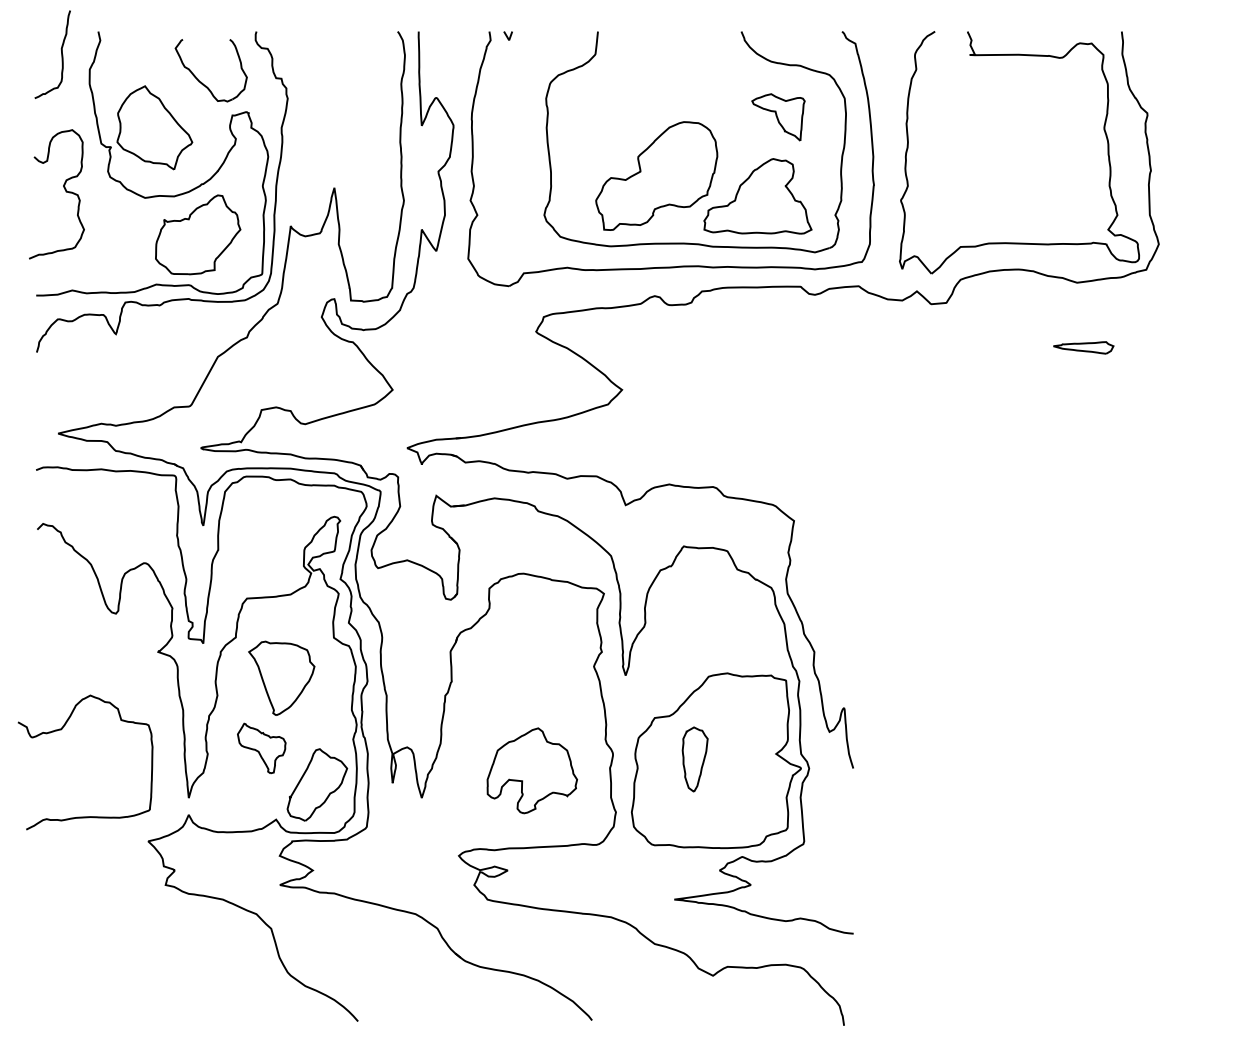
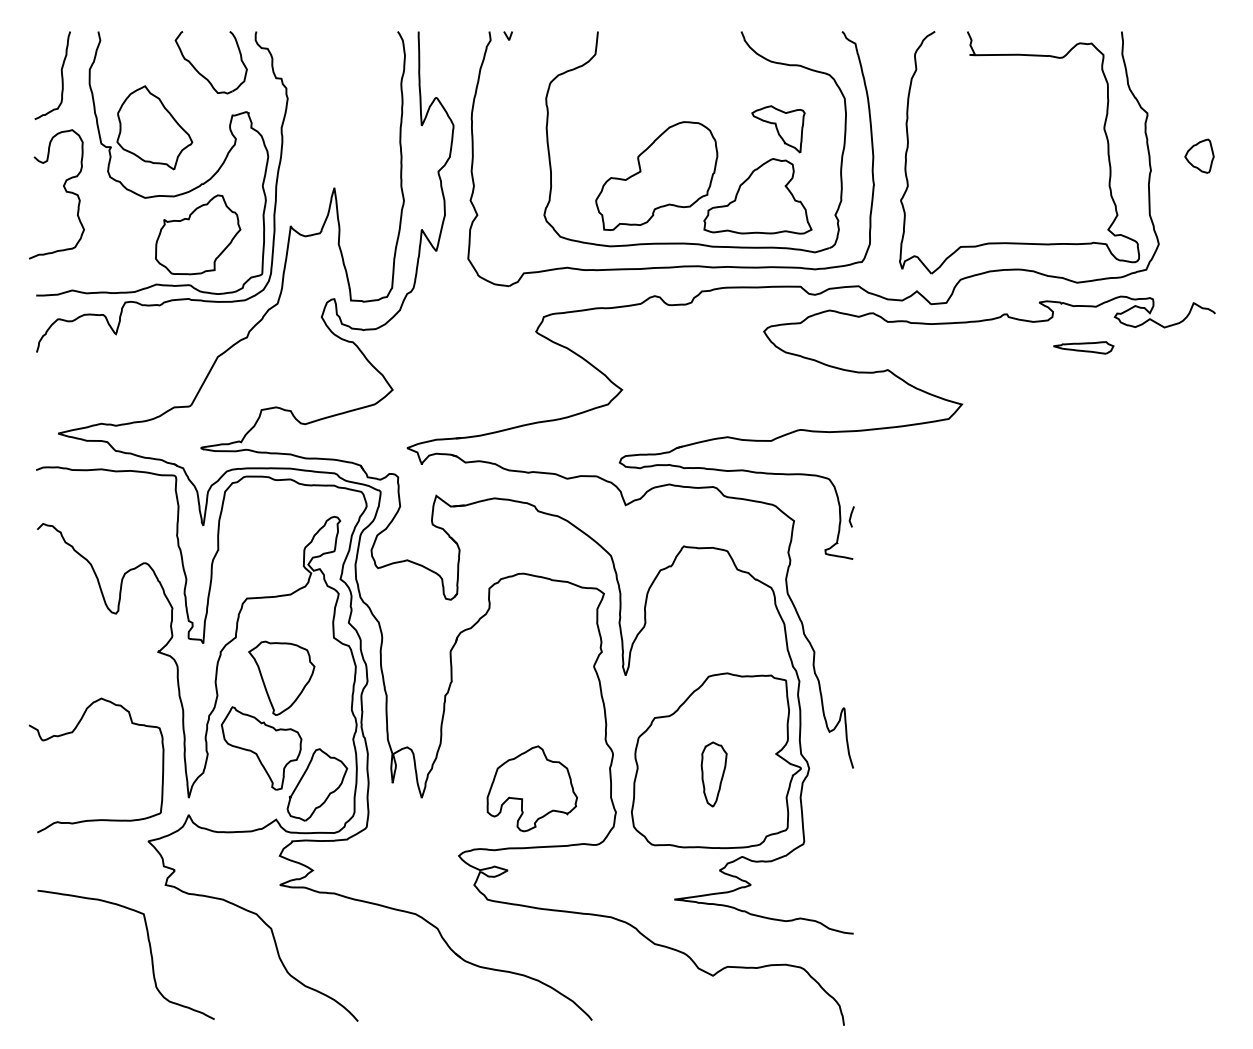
curve at (61, 54) position: (61, 54) -> (61, 75)
part at (201, 81) position: (201, 81) -> (201, 73)
part at (778, 117) position: (778, 117) -> (778, 129)
part at (1199, 155): none -> present
part at (916, 427): none -> present
curve at (61, 730) position: (61, 730) -> (72, 733)
part at (261, 748) size: 50x53 px -> 82x85 px
part at (694, 759) position: (694, 759) -> (713, 774)
part at (531, 770) position: (531, 770) -> (531, 788)
curve at (149, 950): none -> present
